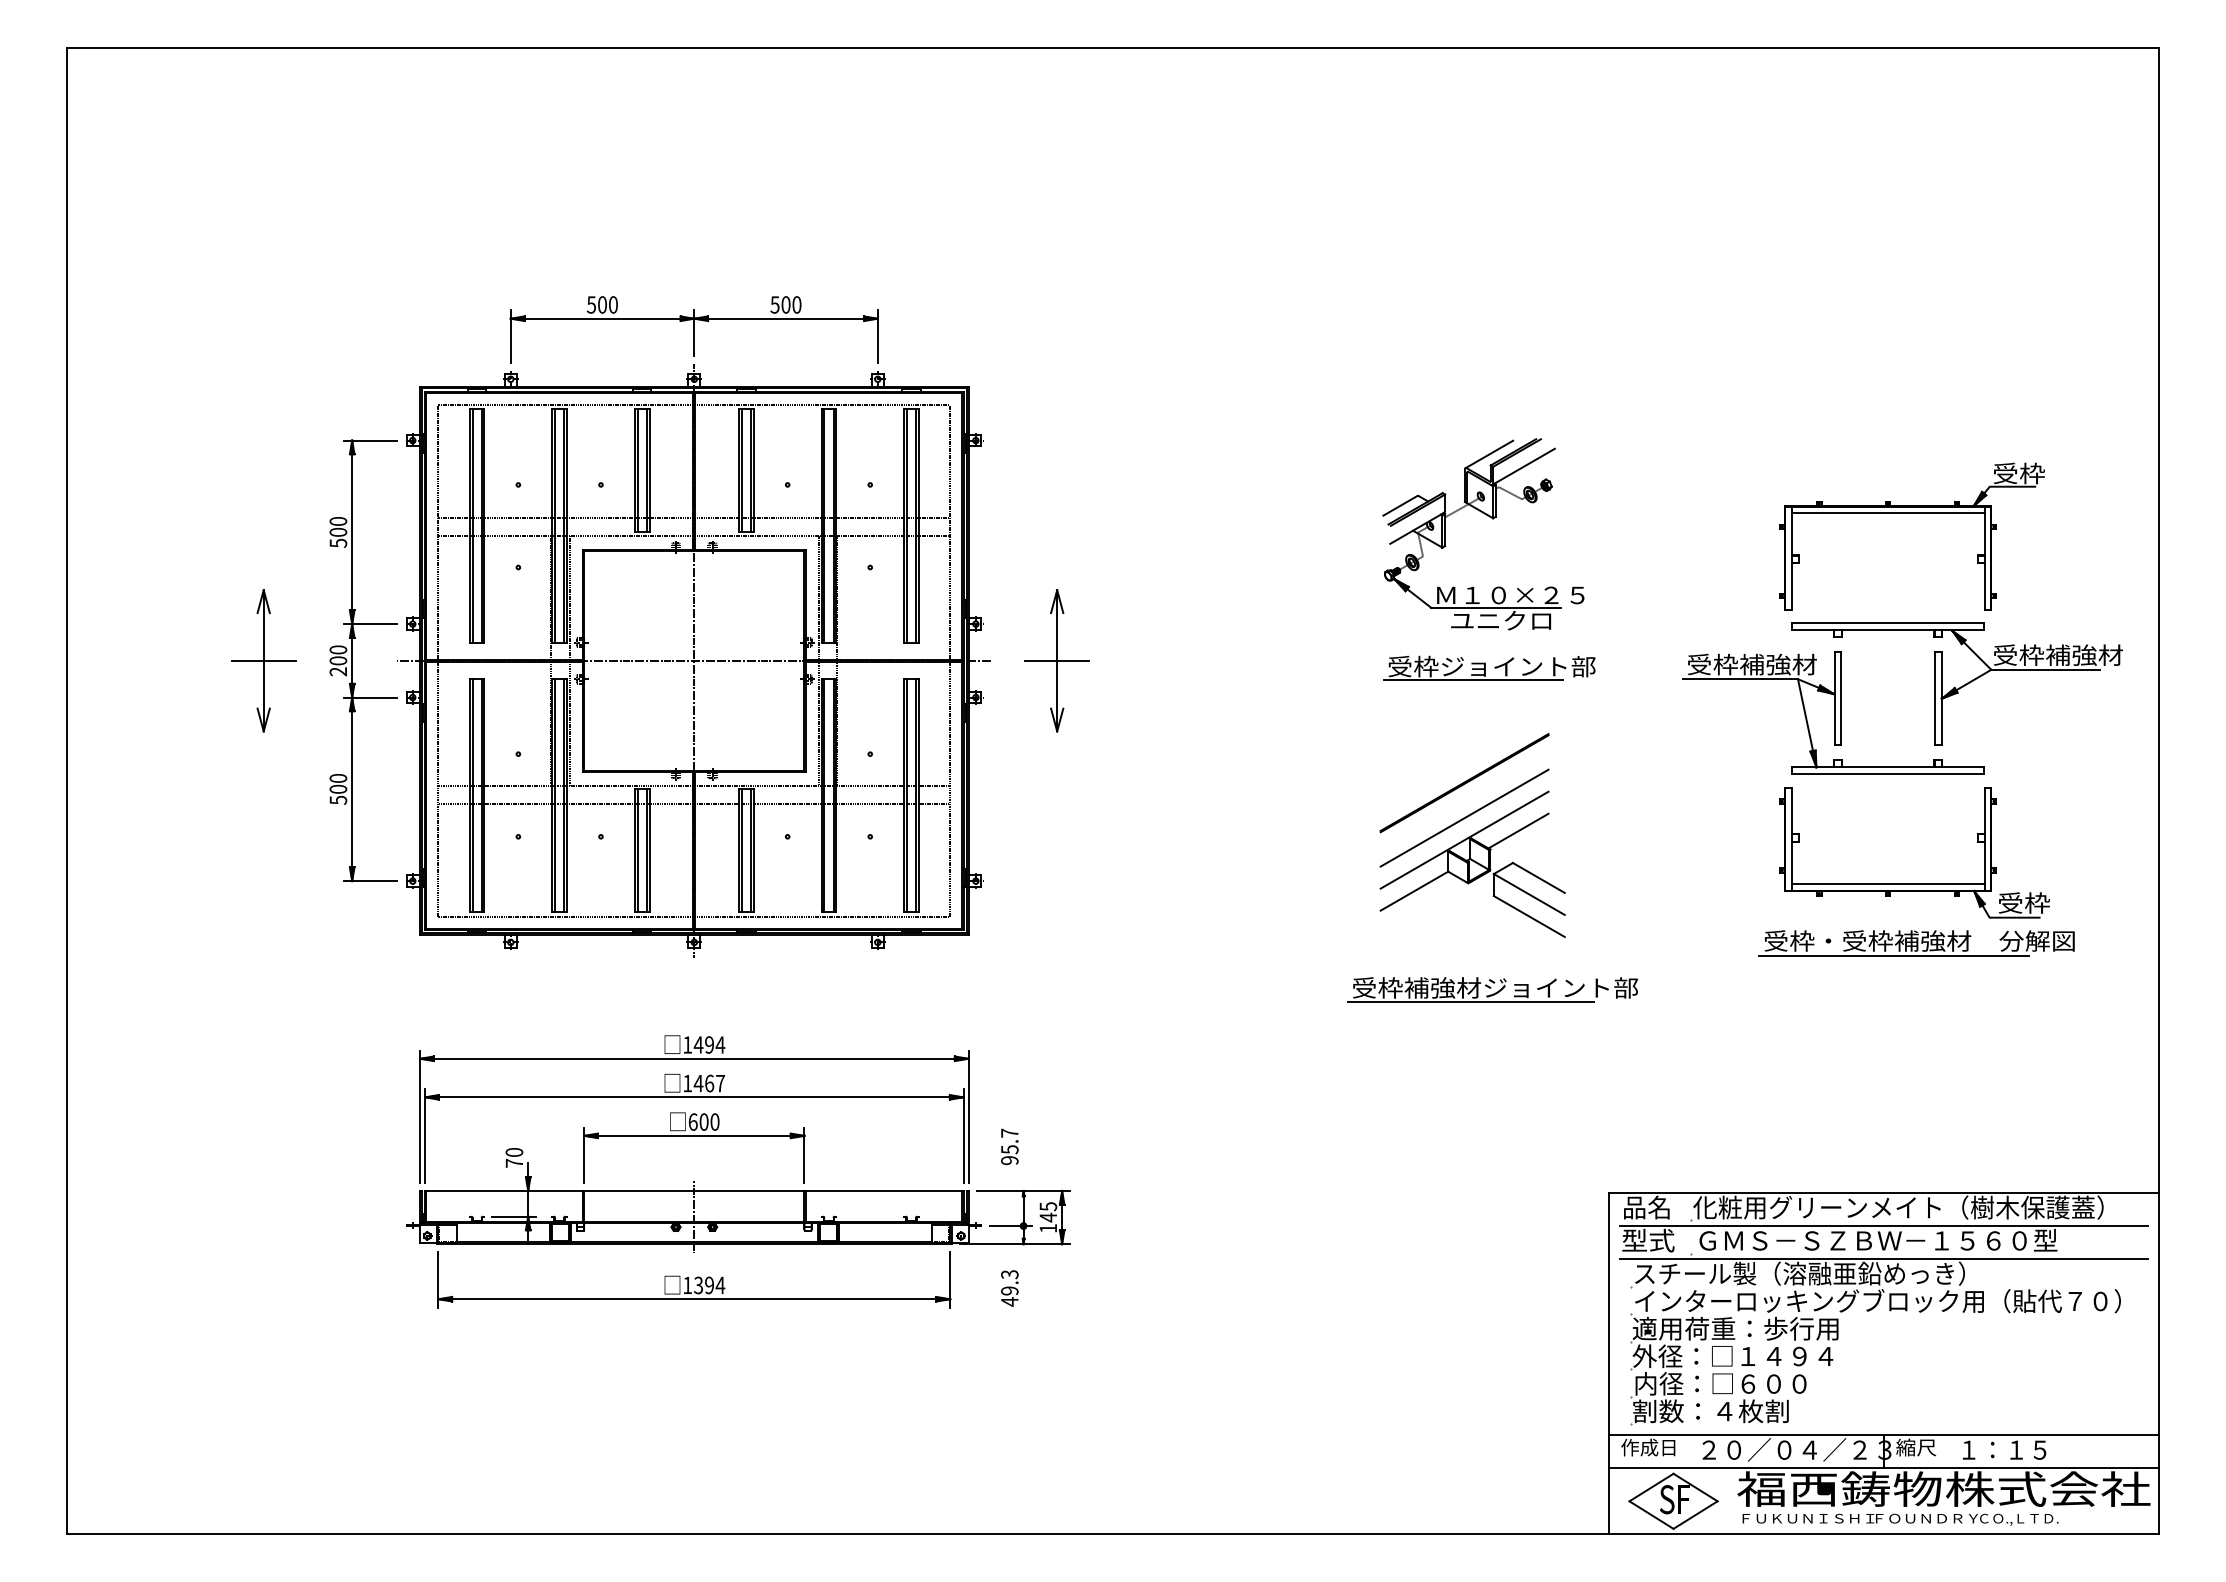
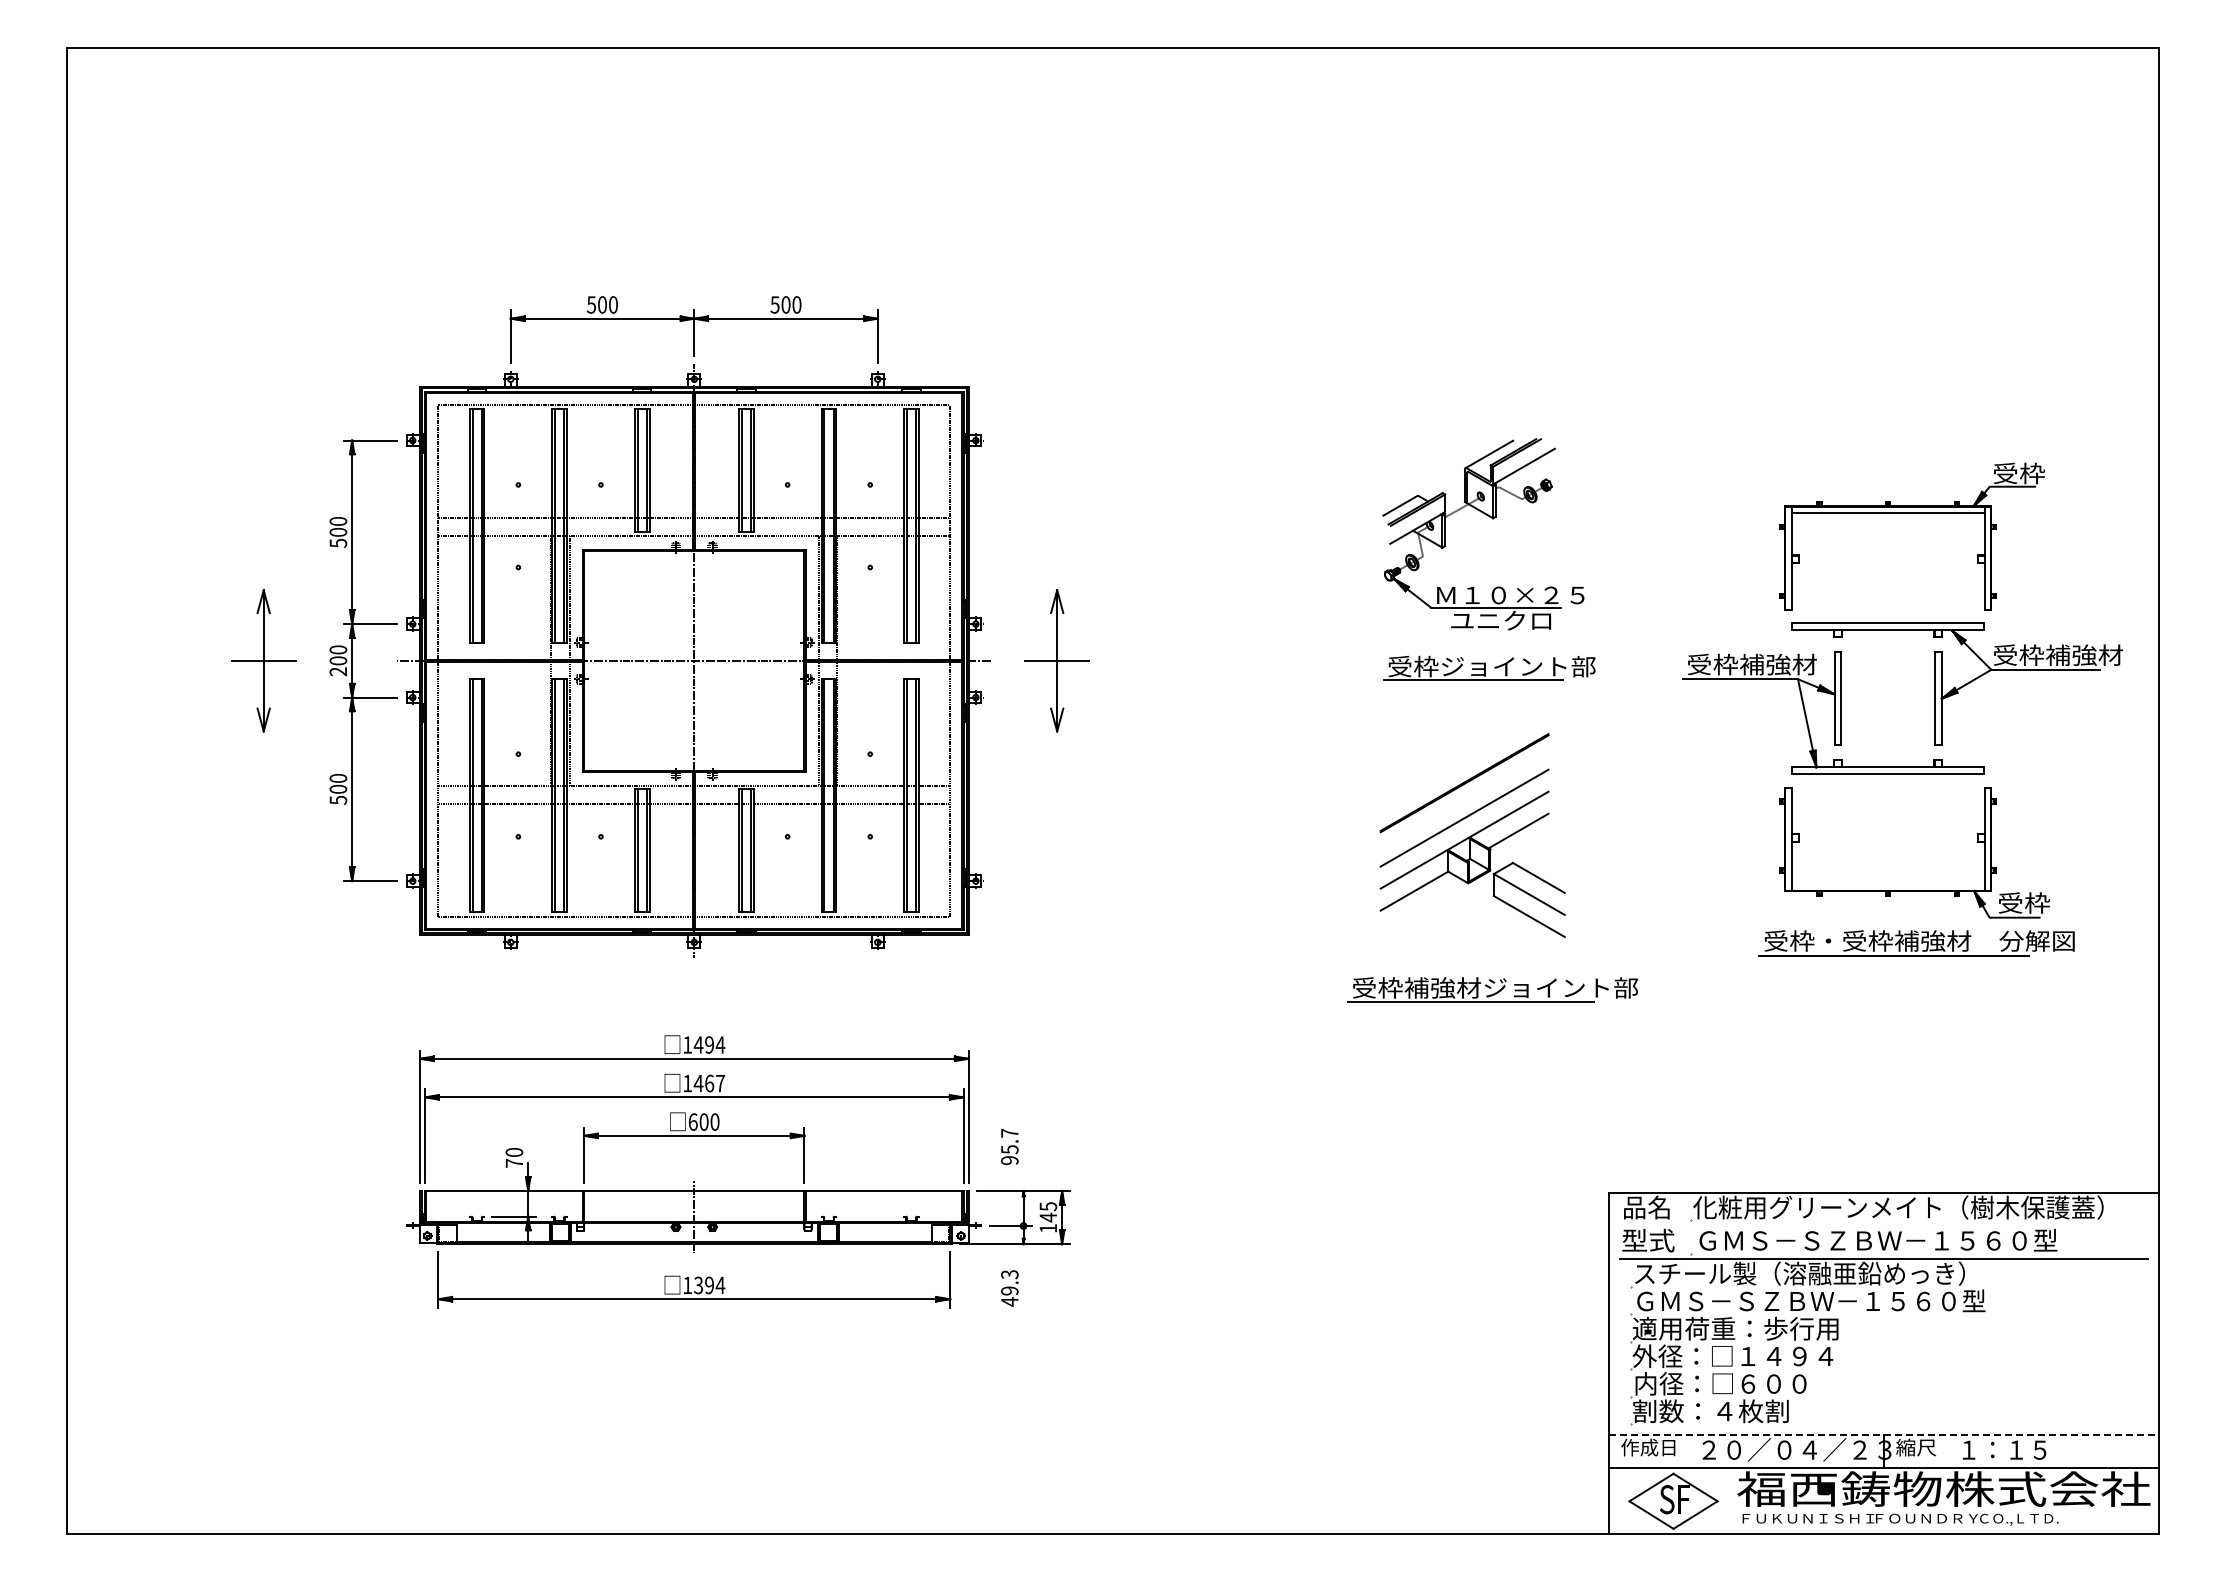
line at (1887, 884): present -> none
line at (1883, 1226): present -> none
text at (1877, 1301): インターロッキングブロック用（貼代７０） -> ＧＭＳ－ＳＺＢＷ－１５６０型
line at (1884, 1435): solid -> dashed
